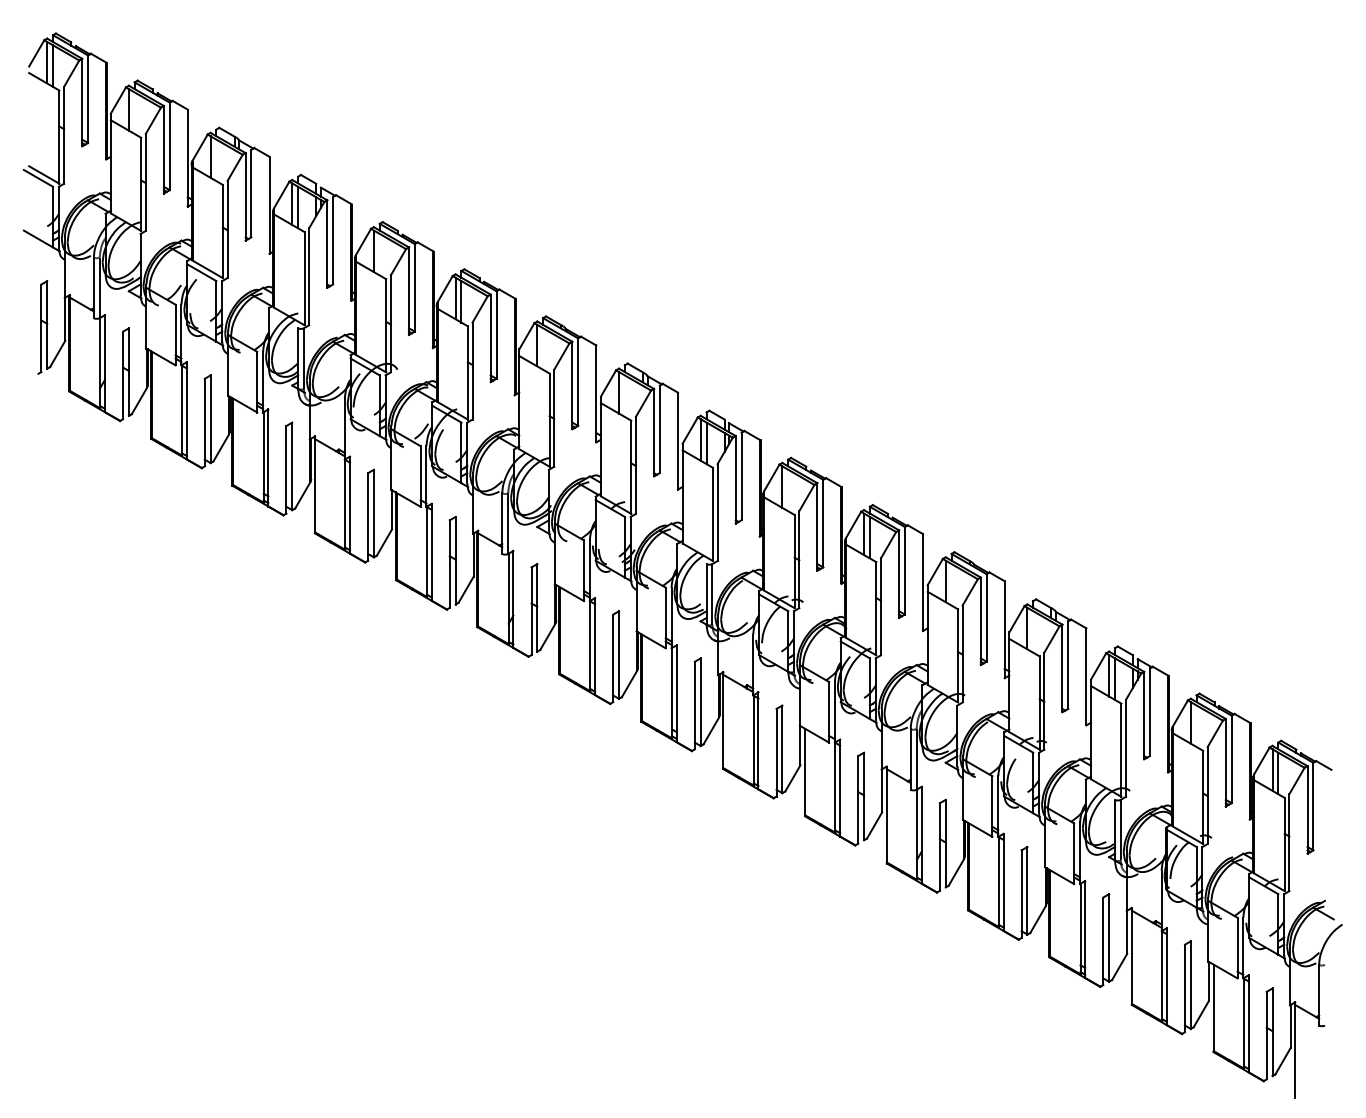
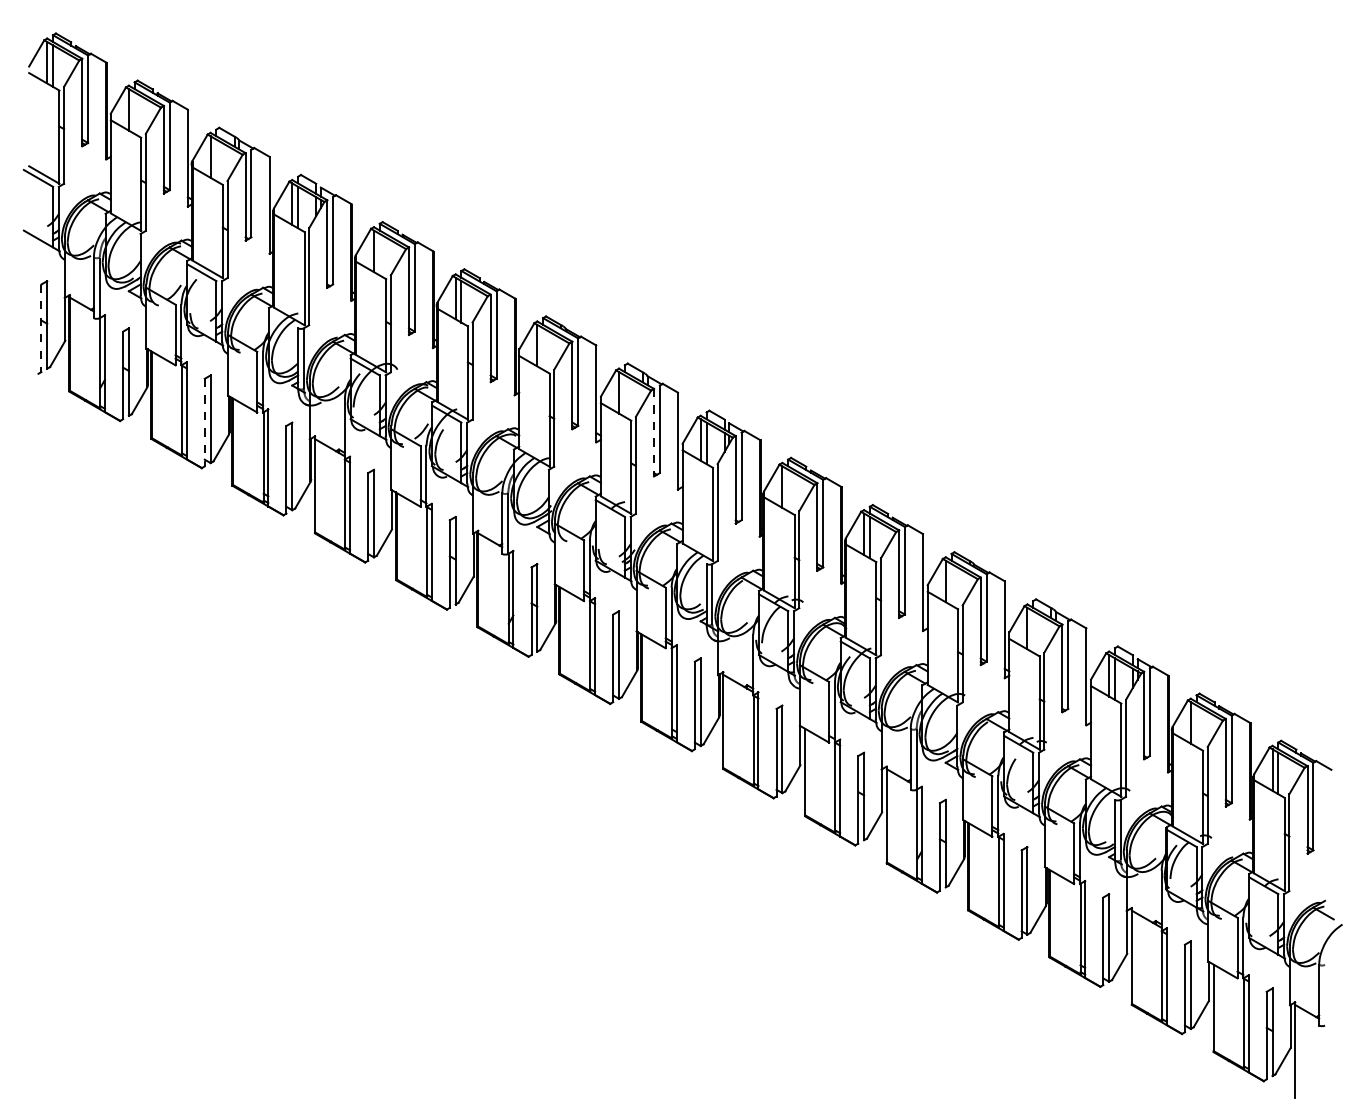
line at (41, 328): solid -> dashed
line at (204, 422): solid -> dashed
line at (654, 432): solid -> dashed
